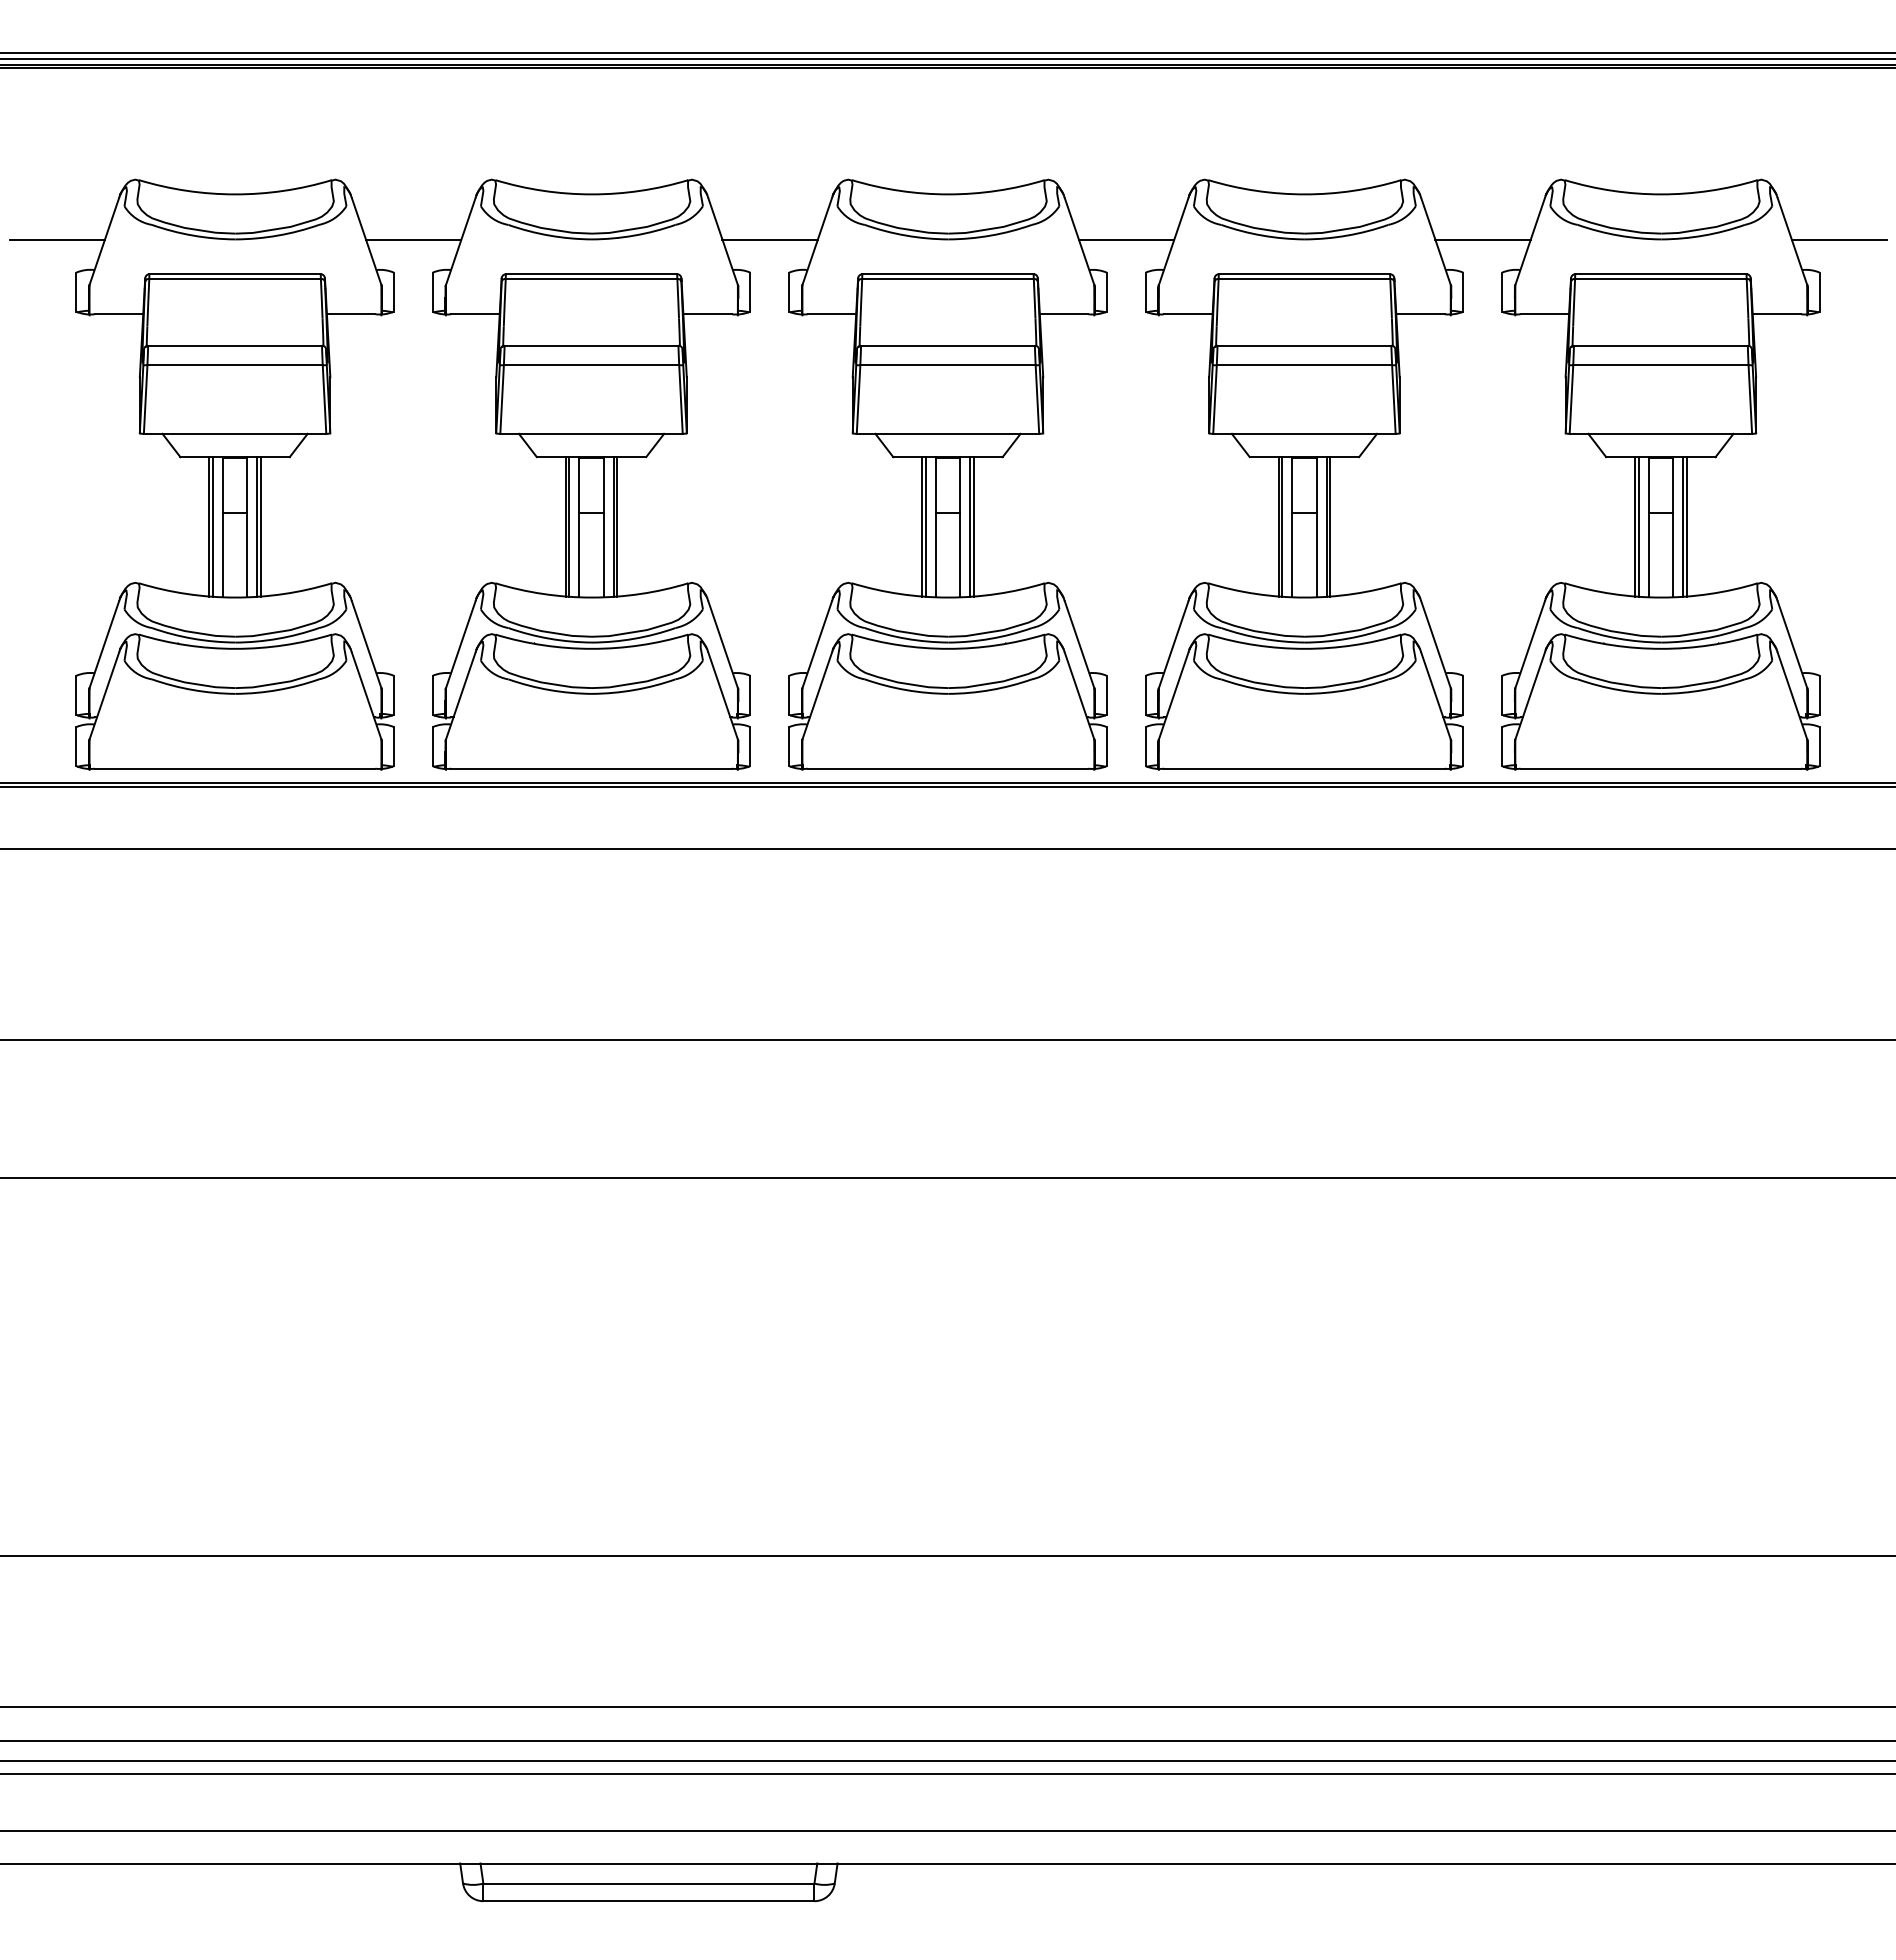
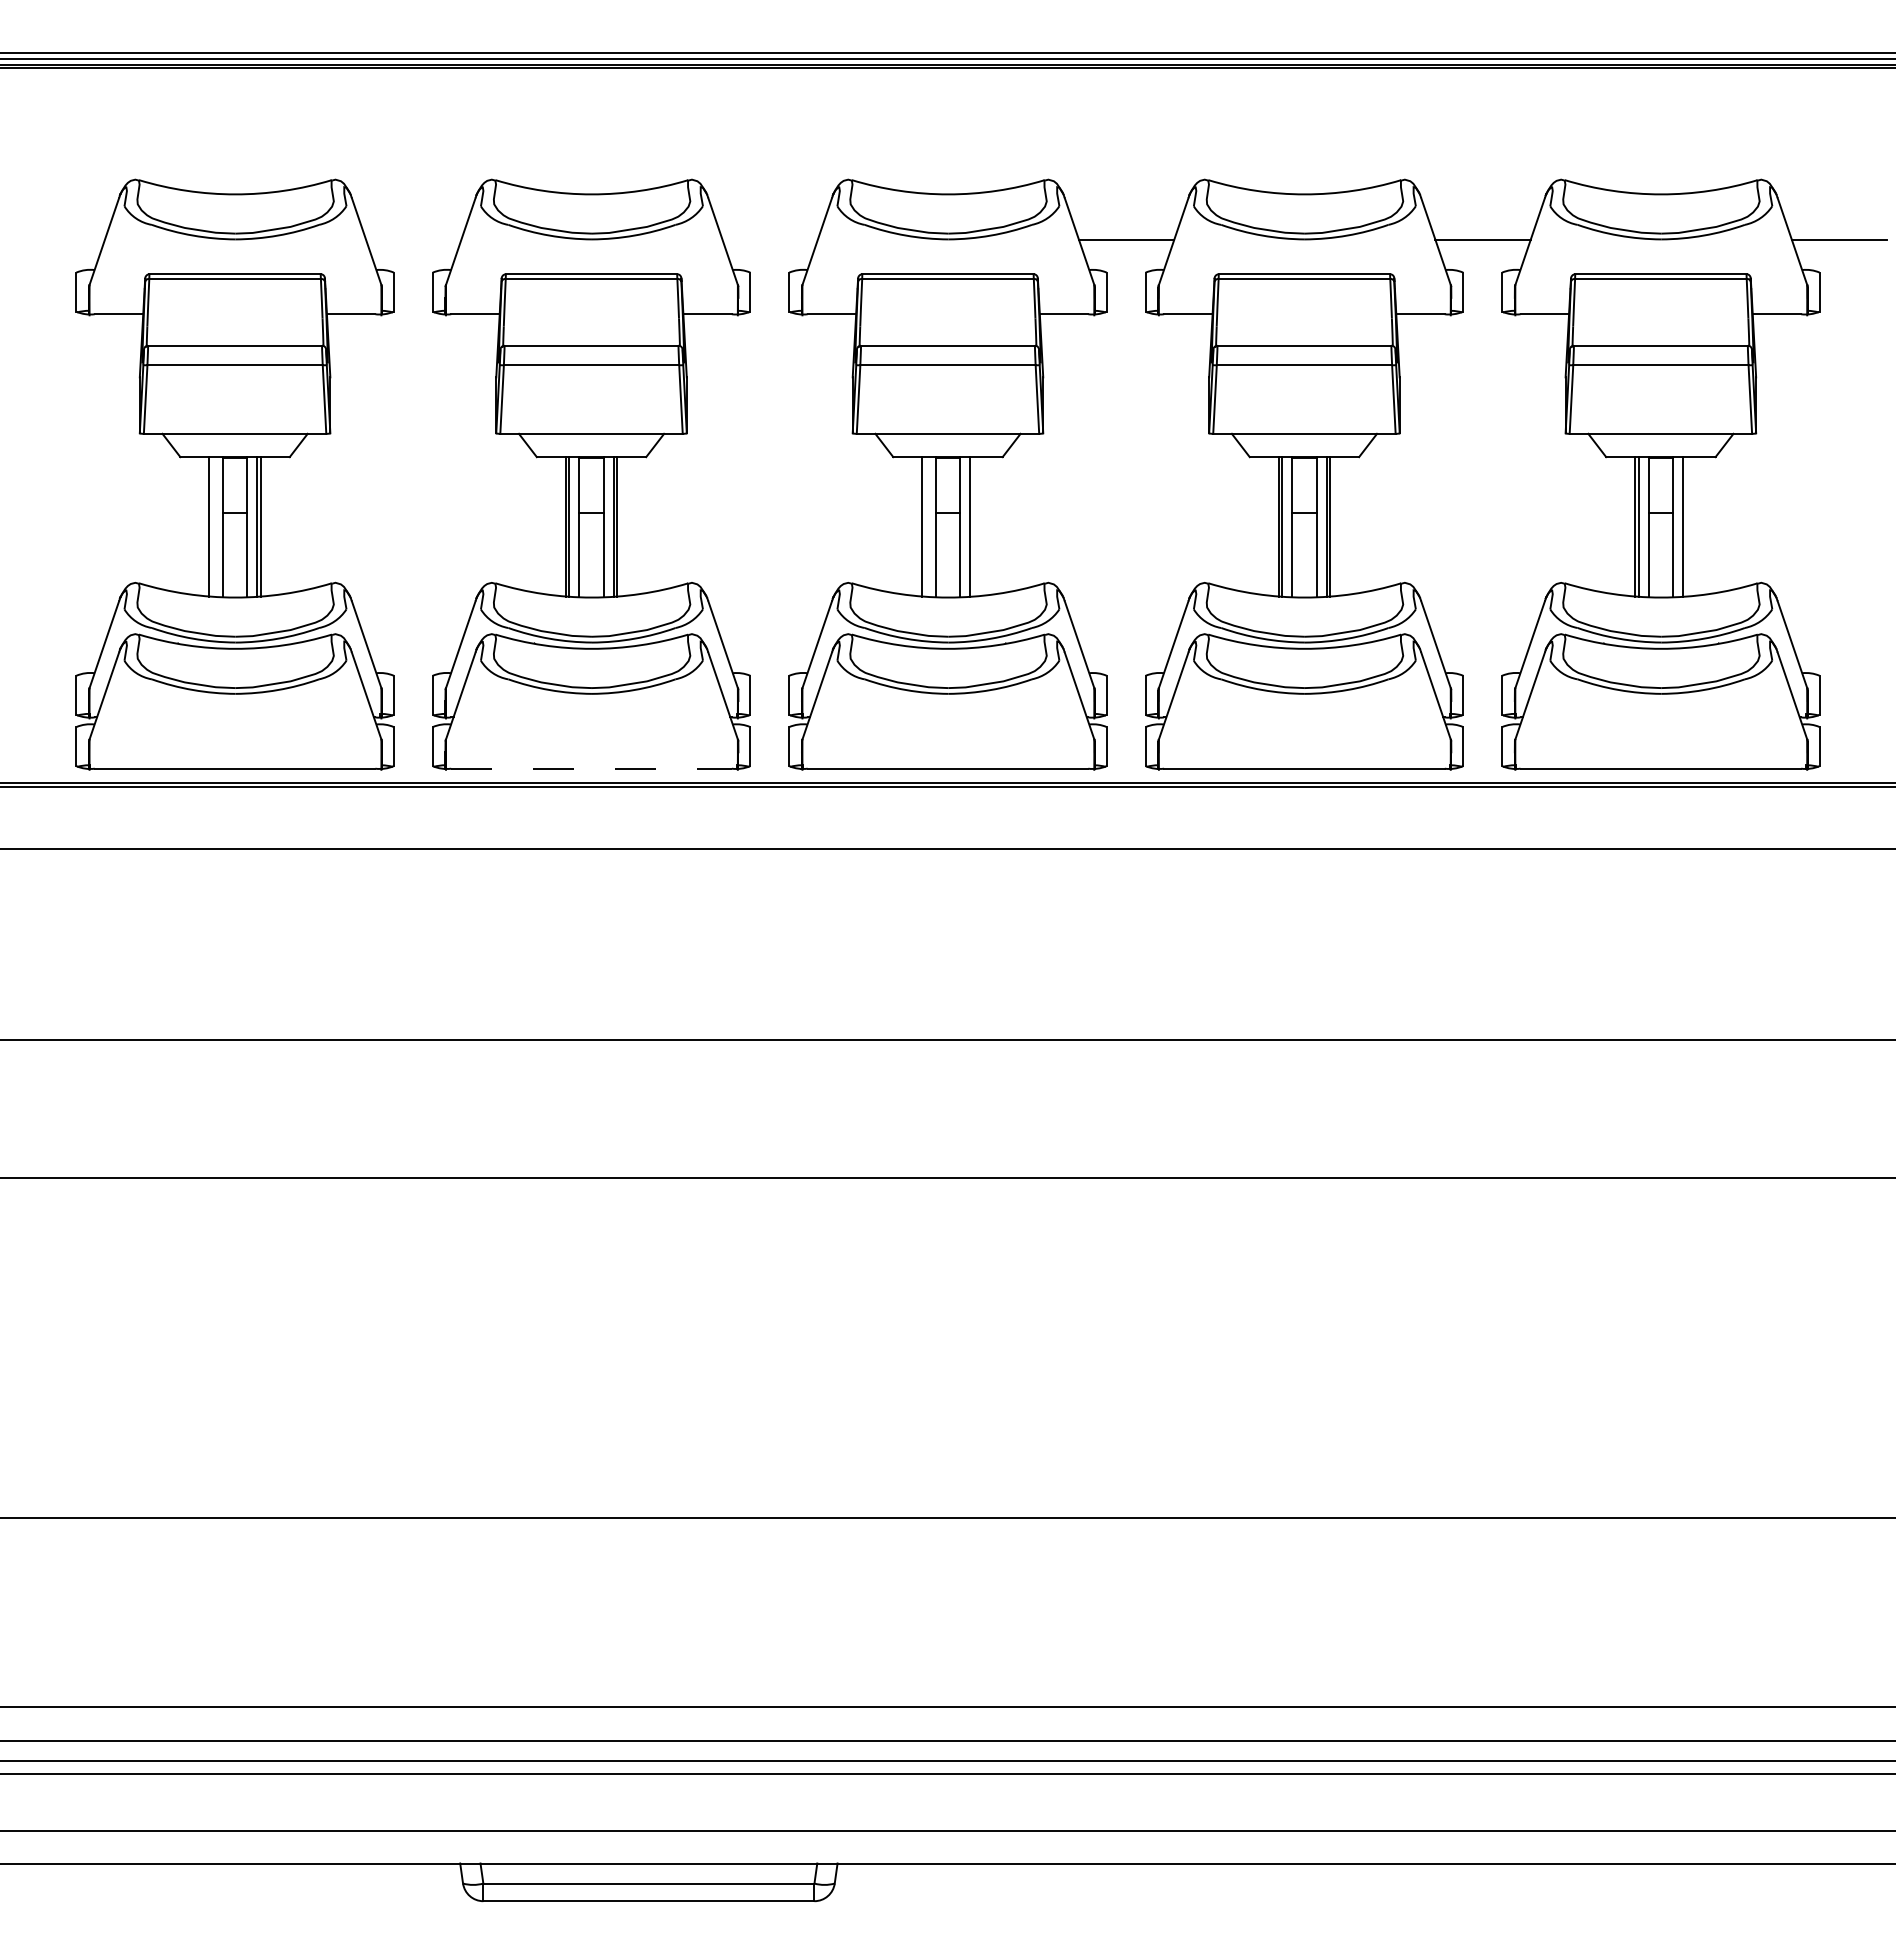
line at (57, 239): present -> none
line at (413, 239): present -> none
line at (769, 239): present -> none
line at (212, 526): present -> none
line at (925, 526): present -> none
line at (973, 526): present -> none
line at (1686, 526): present -> none
line at (592, 768): solid -> dashed
line at (947, 1556) position: (947, 1556) -> (947, 1518)
